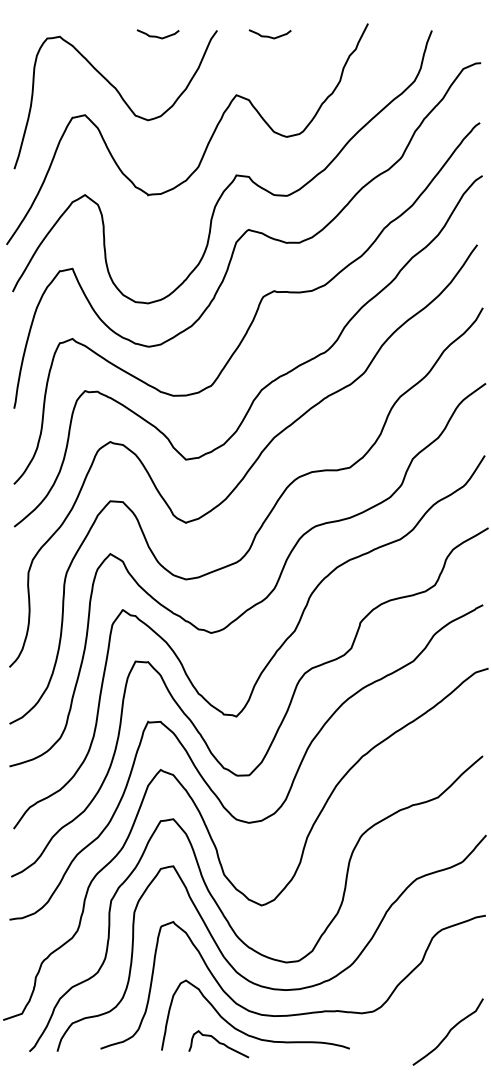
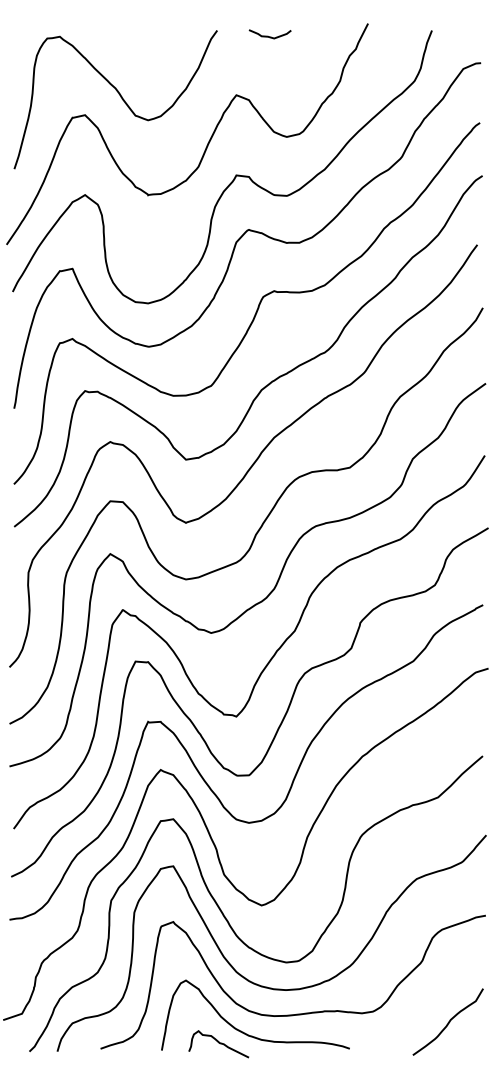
curve at (157, 36): present -> none
curve at (448, 1031) position: (448, 1031) -> (448, 1021)
